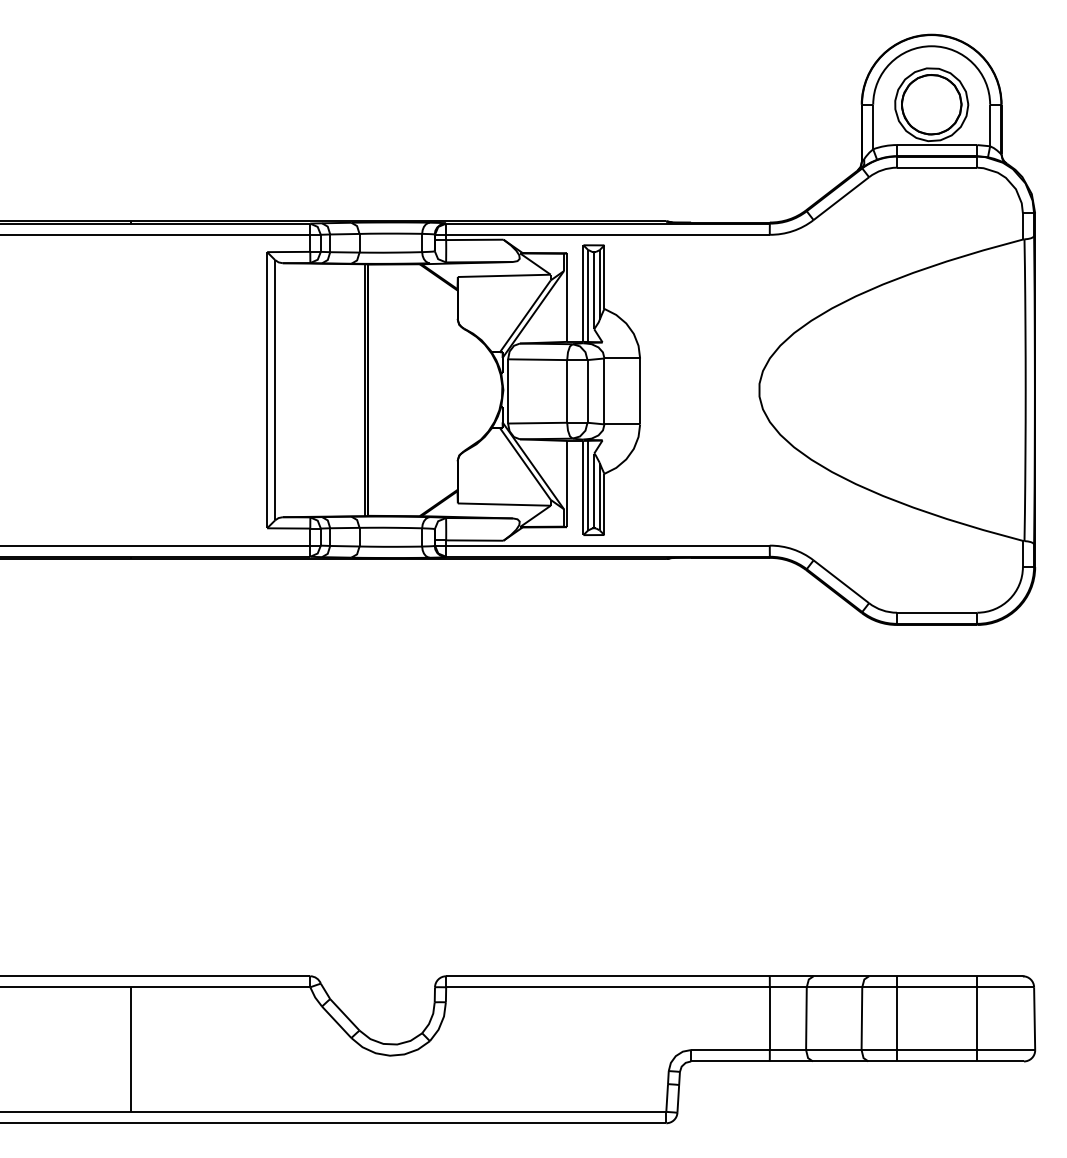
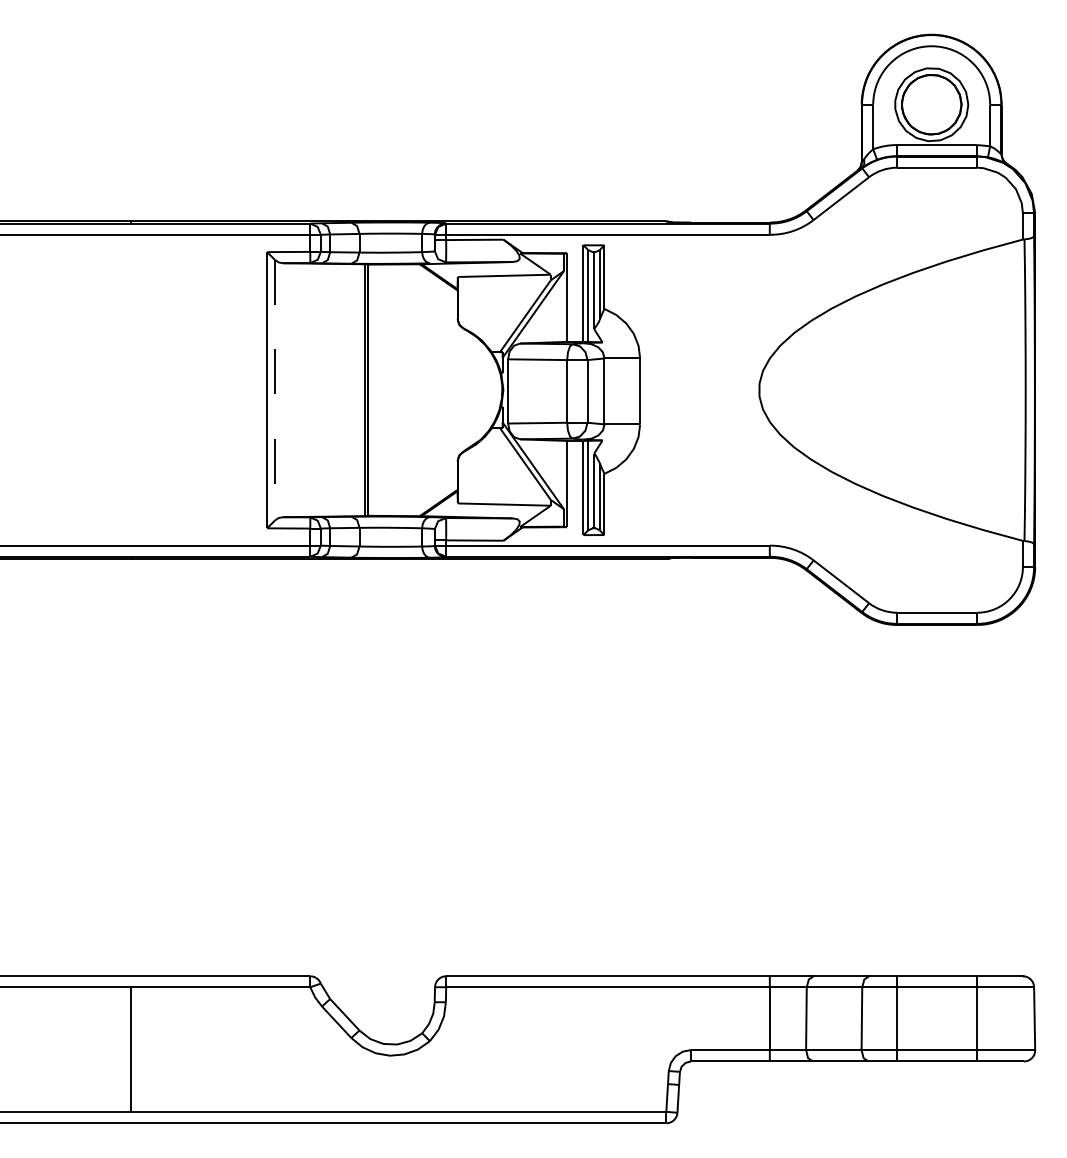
line at (275, 390): solid -> dashed
